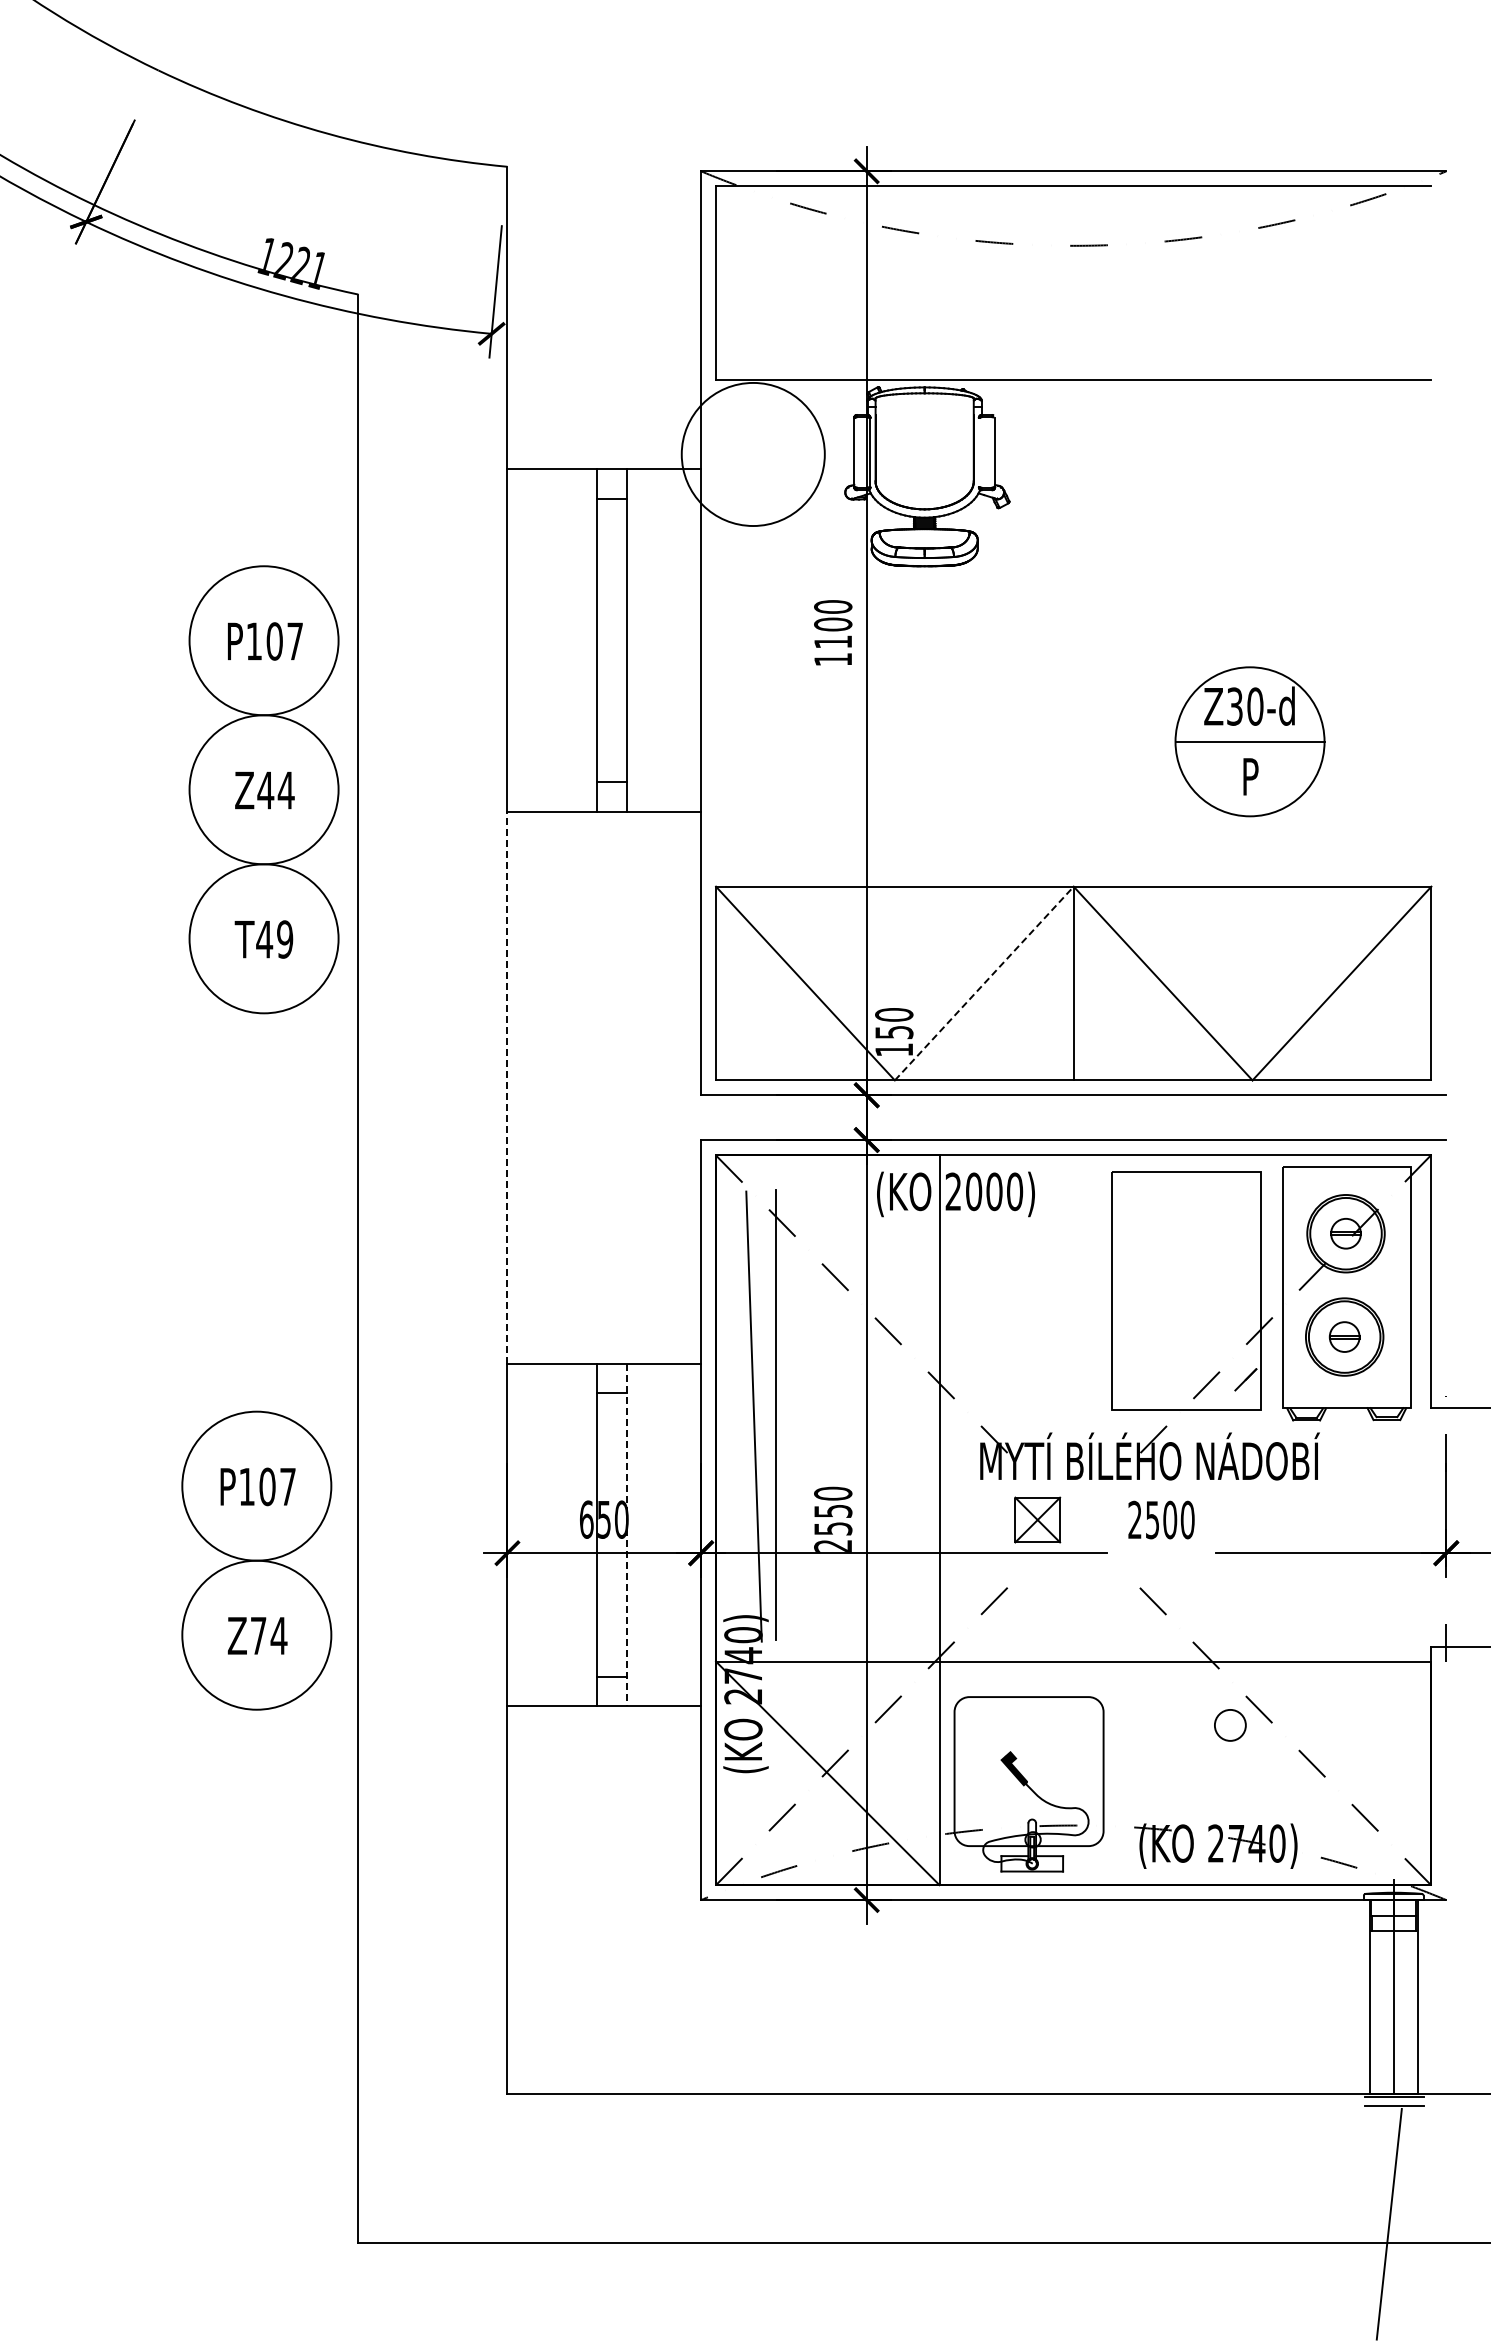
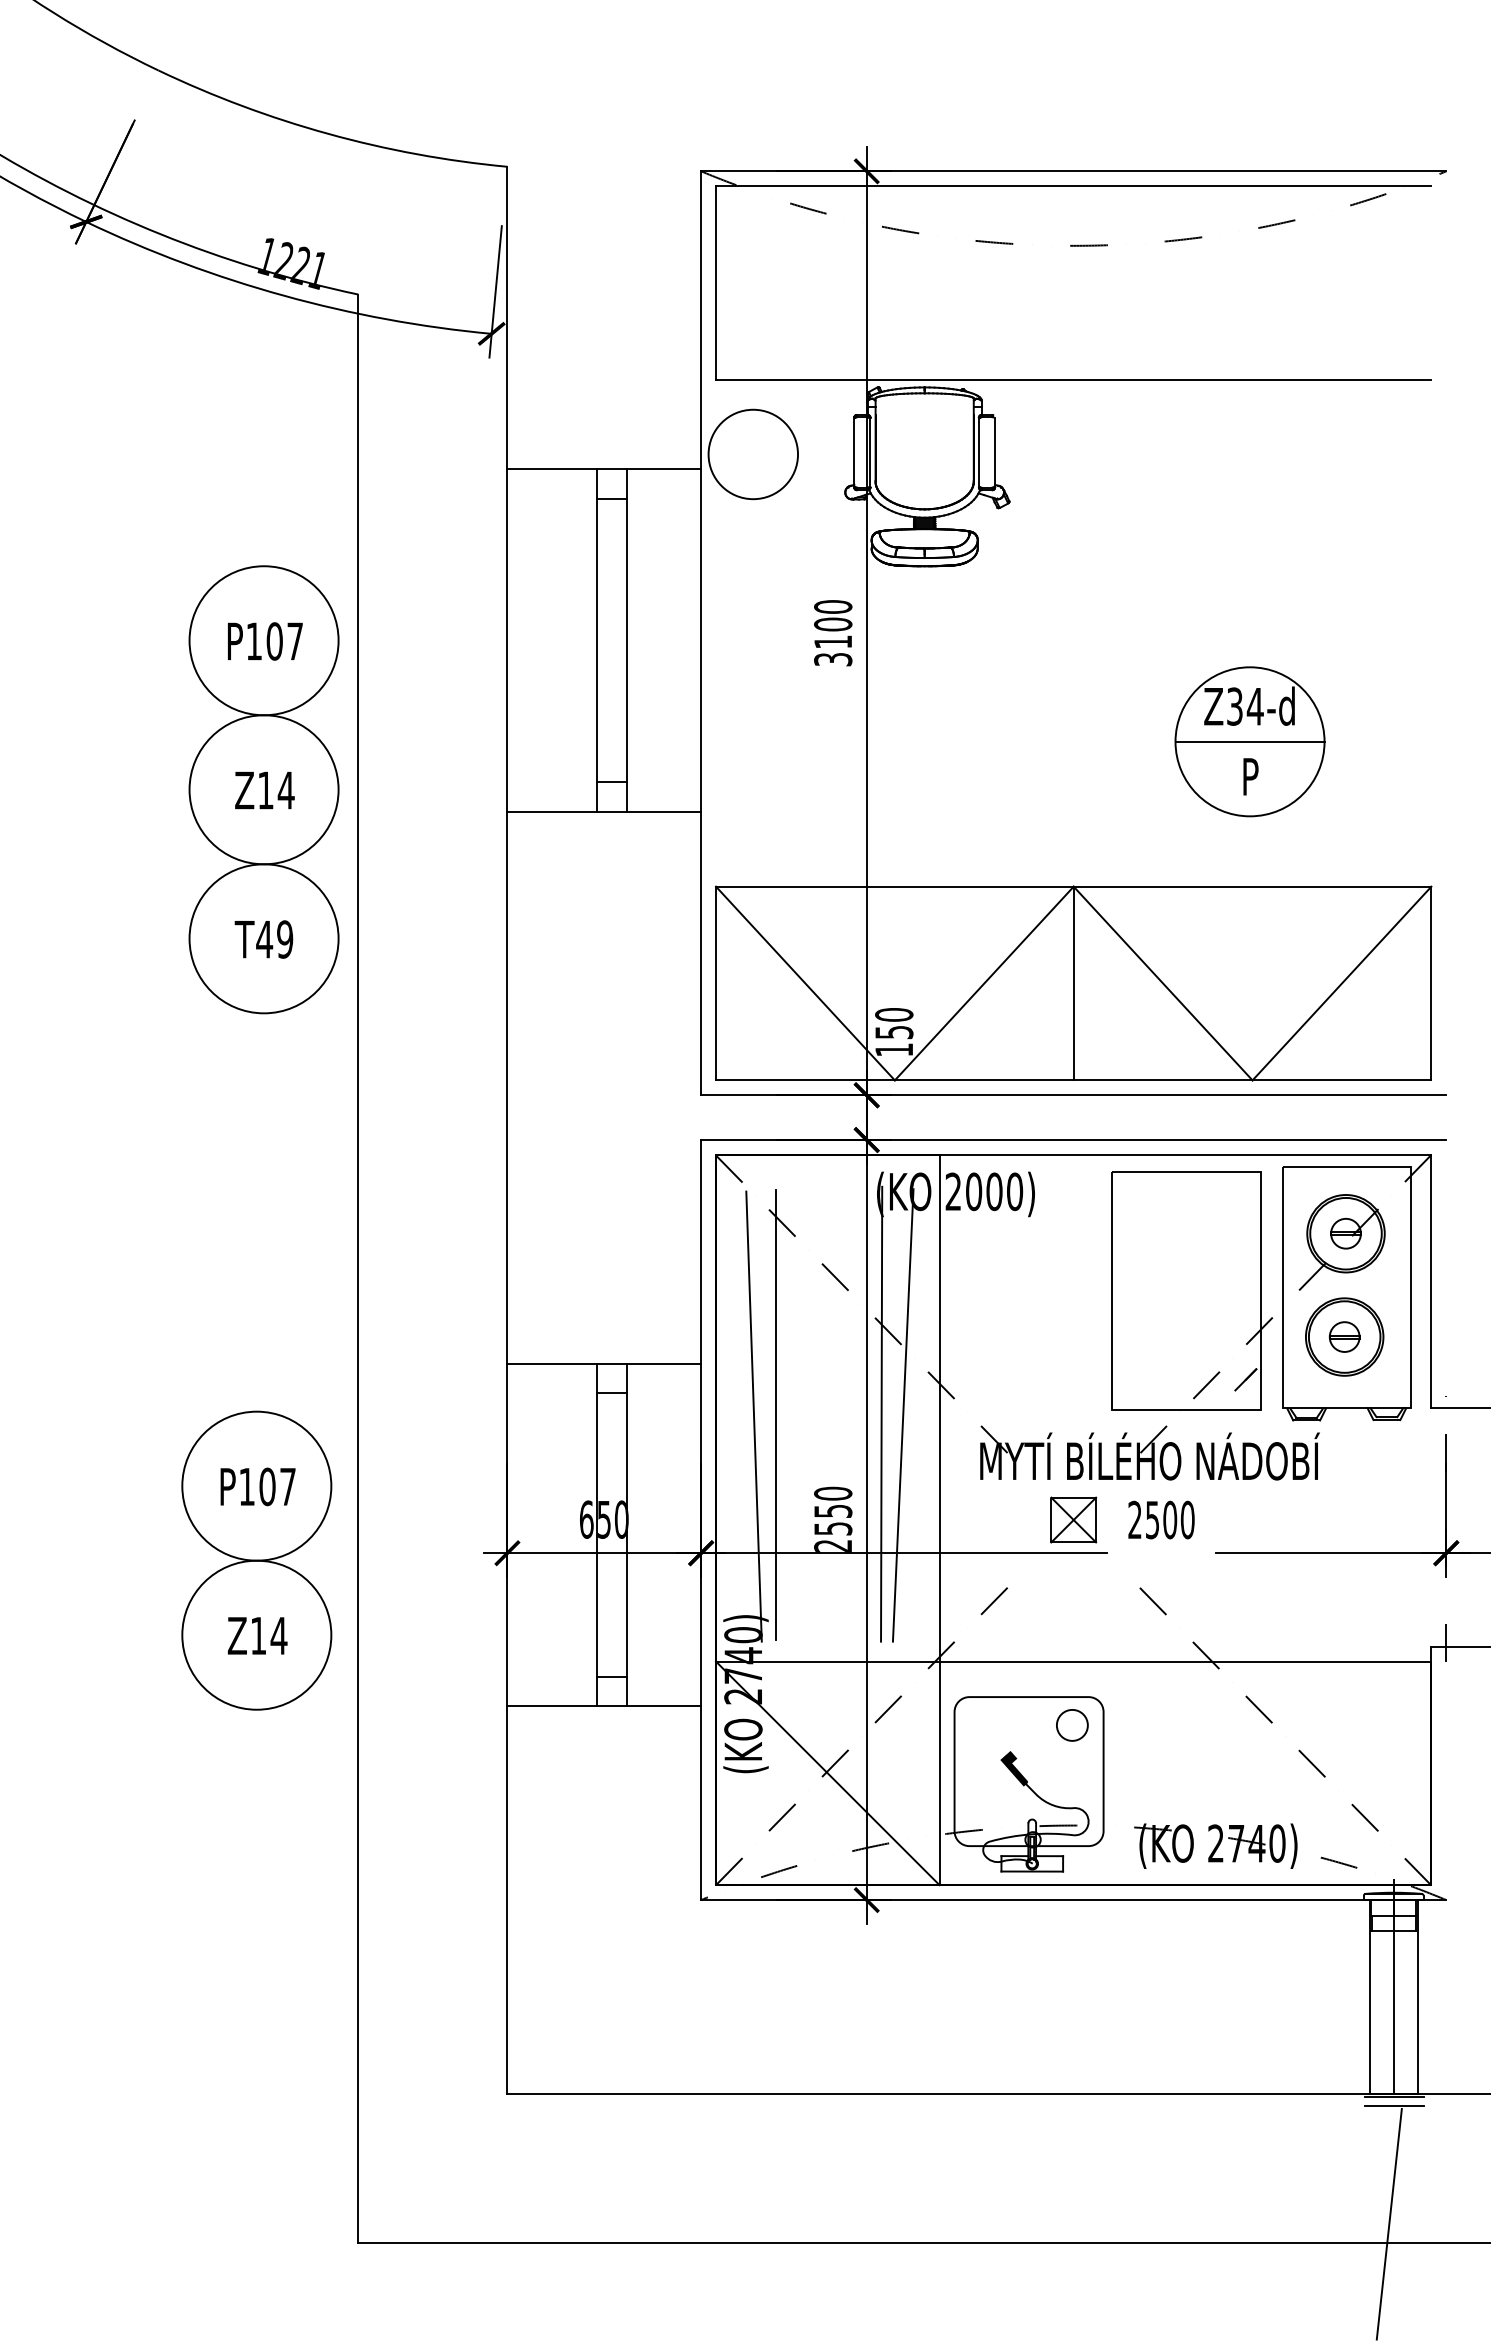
line at (979, 452): none -> present
circle at (752, 454) diameter: 143 px -> 89 px
text at (833, 659): 1100 -> 3100
text at (1254, 706): Z30-d -> Z34-d
text at (265, 790): Z44 -> Z14
line at (984, 983): dashed -> solid
line at (507, 1087): dashed -> solid
line at (881, 1413): none -> present
line at (902, 1415): none -> present
part at (1037, 1519) position: (1037, 1519) -> (1073, 1519)
line at (626, 1535): dashed -> solid
text at (258, 1635): Z74 -> Z14
circle at (1230, 1725) position: (1230, 1725) -> (1072, 1725)
